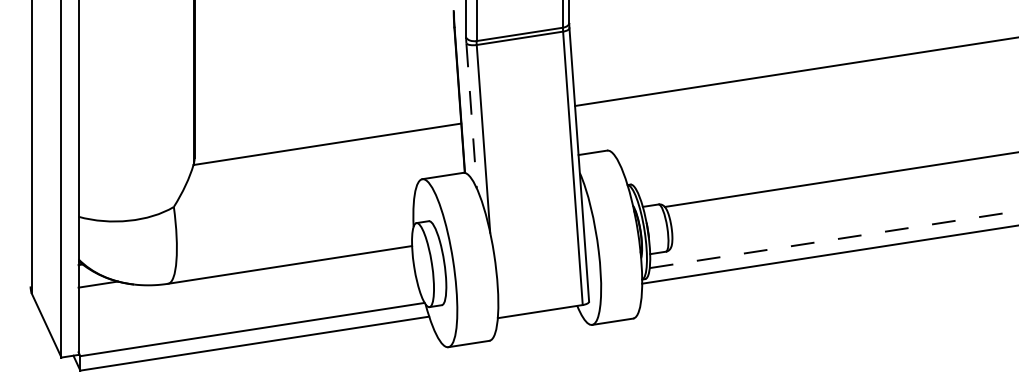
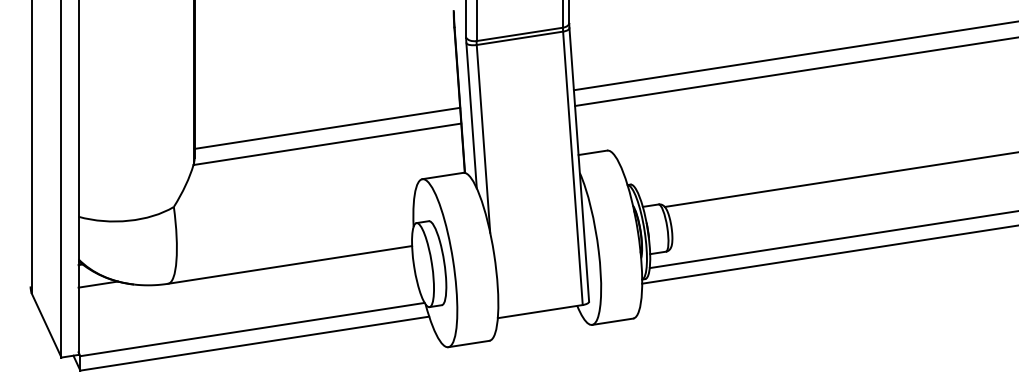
line at (794, 55): none -> present
line at (471, 115): dashed -> solid
line at (327, 127): none -> present
line at (834, 239): dashed -> solid
